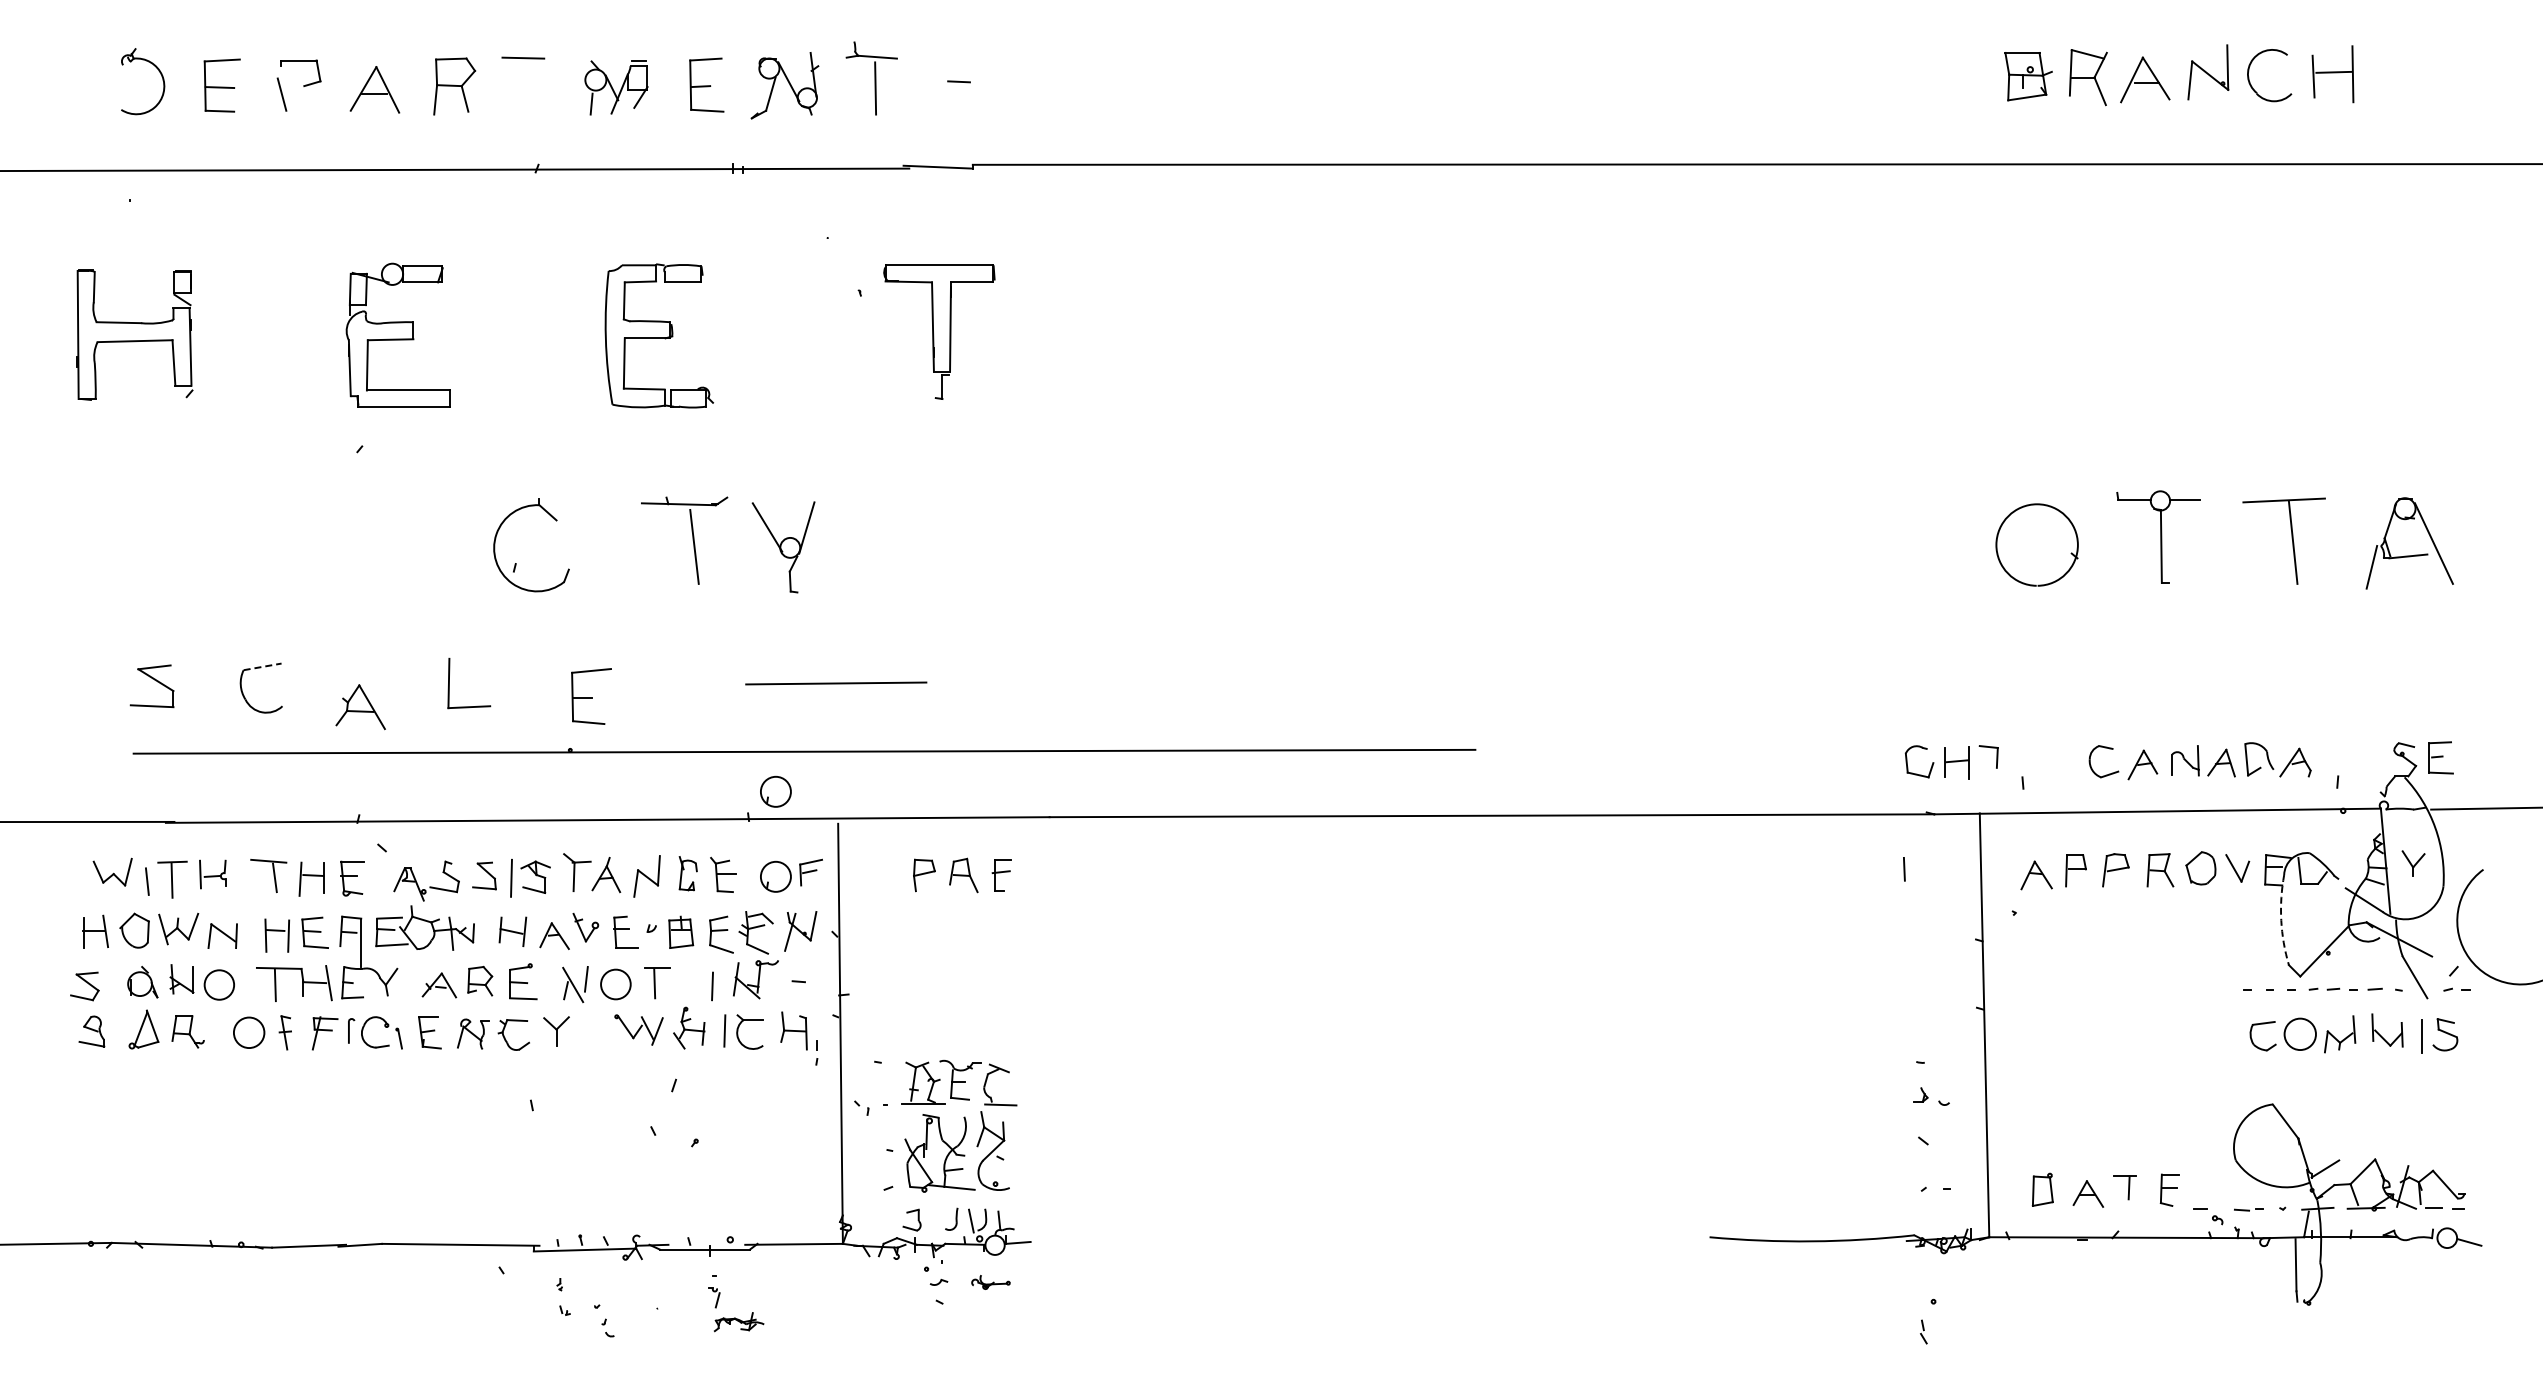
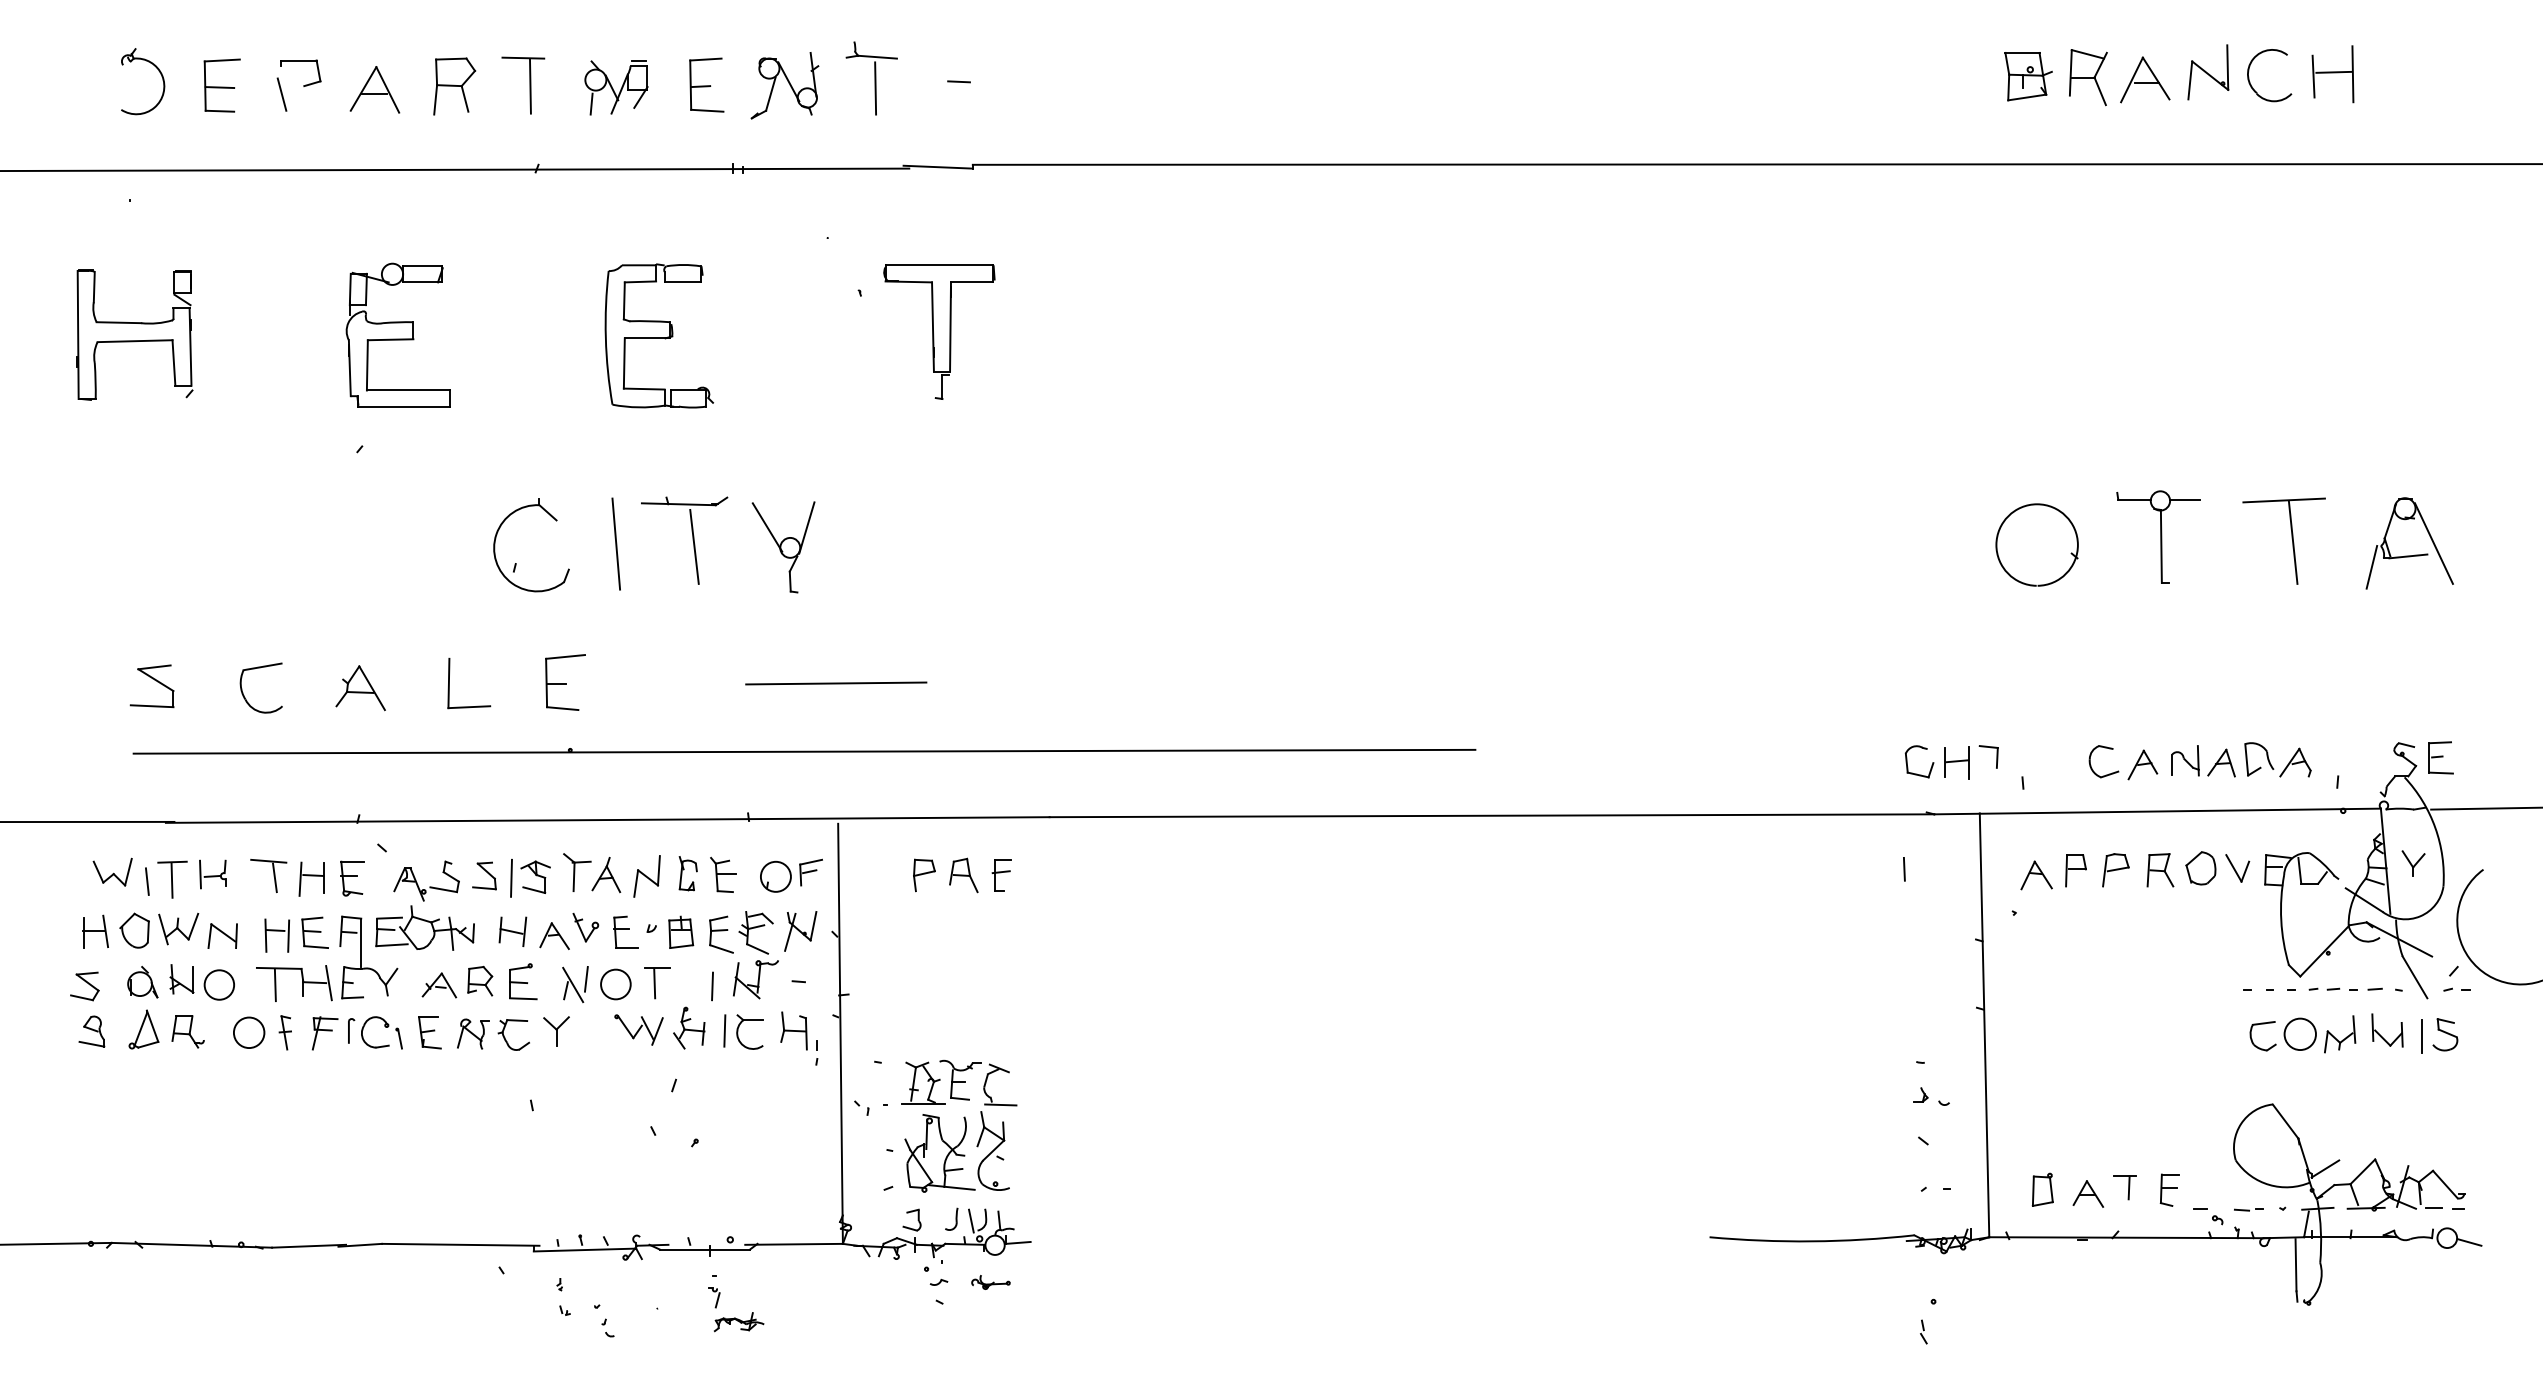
line at (530, 86): none -> present
line at (616, 543): none -> present
line at (263, 666): dashed -> solid
part at (591, 696) position: (591, 696) -> (565, 682)
part at (360, 707) position: (360, 707) -> (360, 688)
part at (775, 791): present -> none
arc at (2281, 920): dashed -> solid
